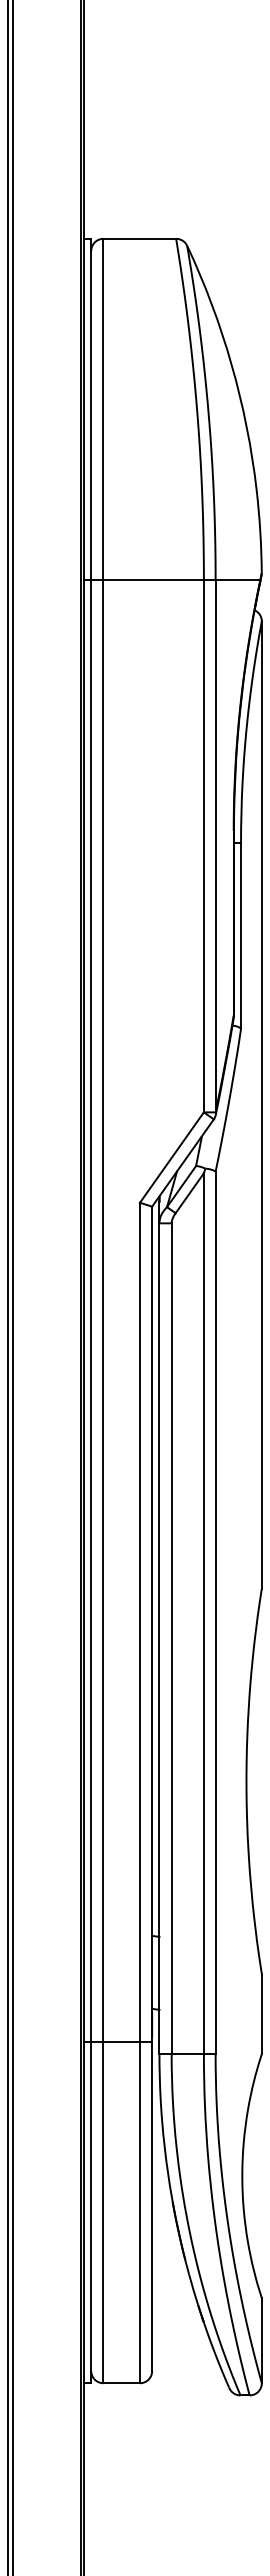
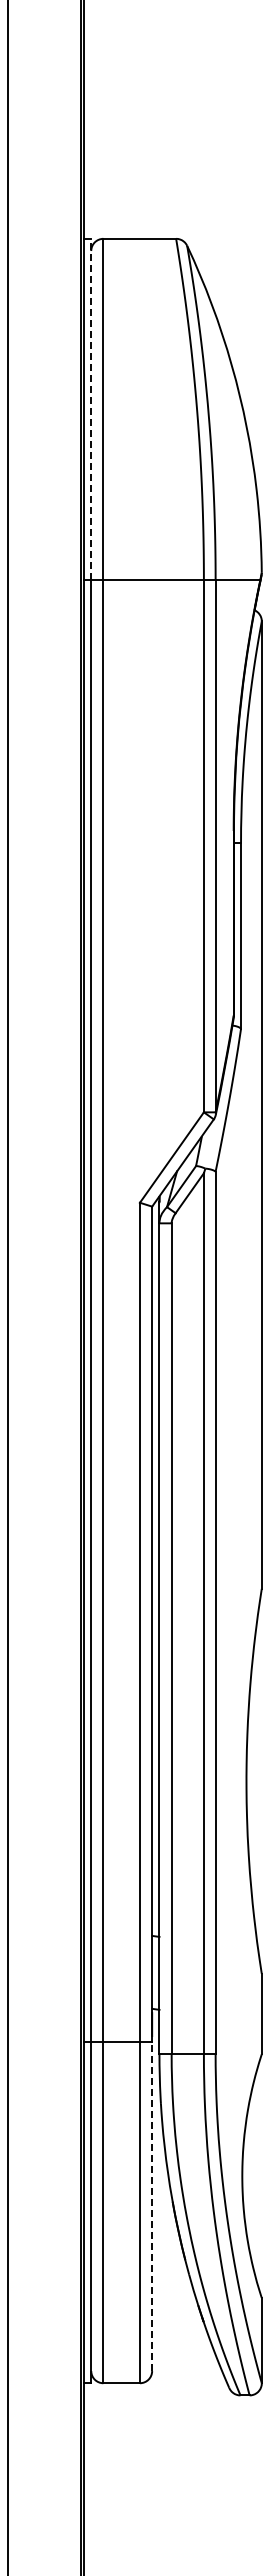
line at (91, 409): solid -> dashed
line at (12, 1287): present -> none
line at (152, 2206): solid -> dashed
